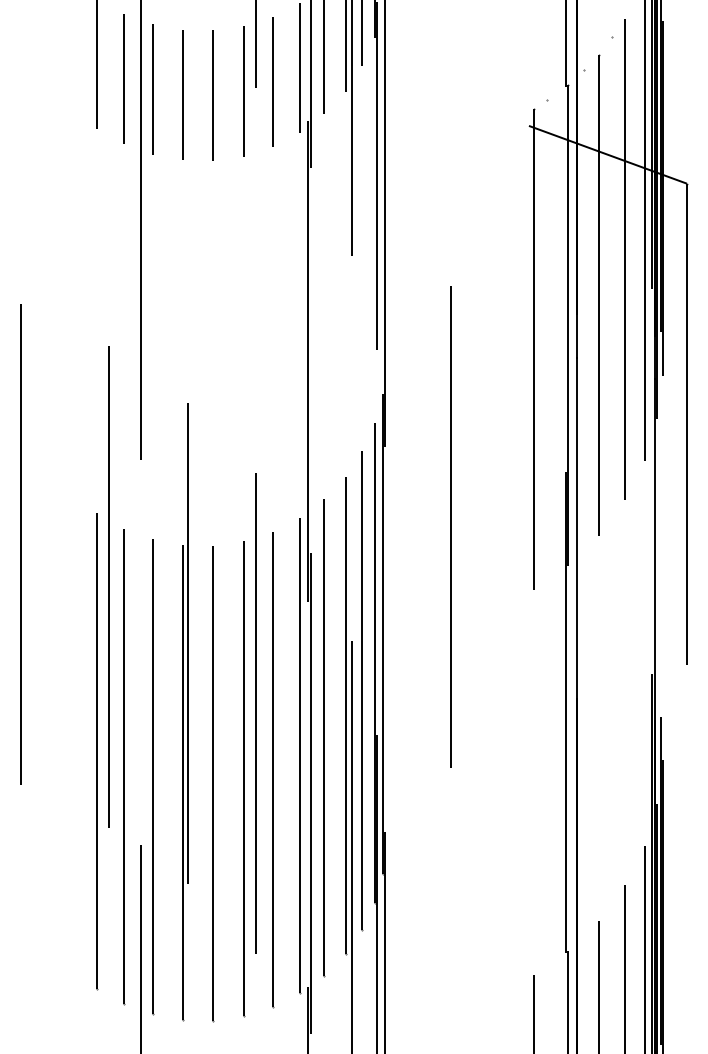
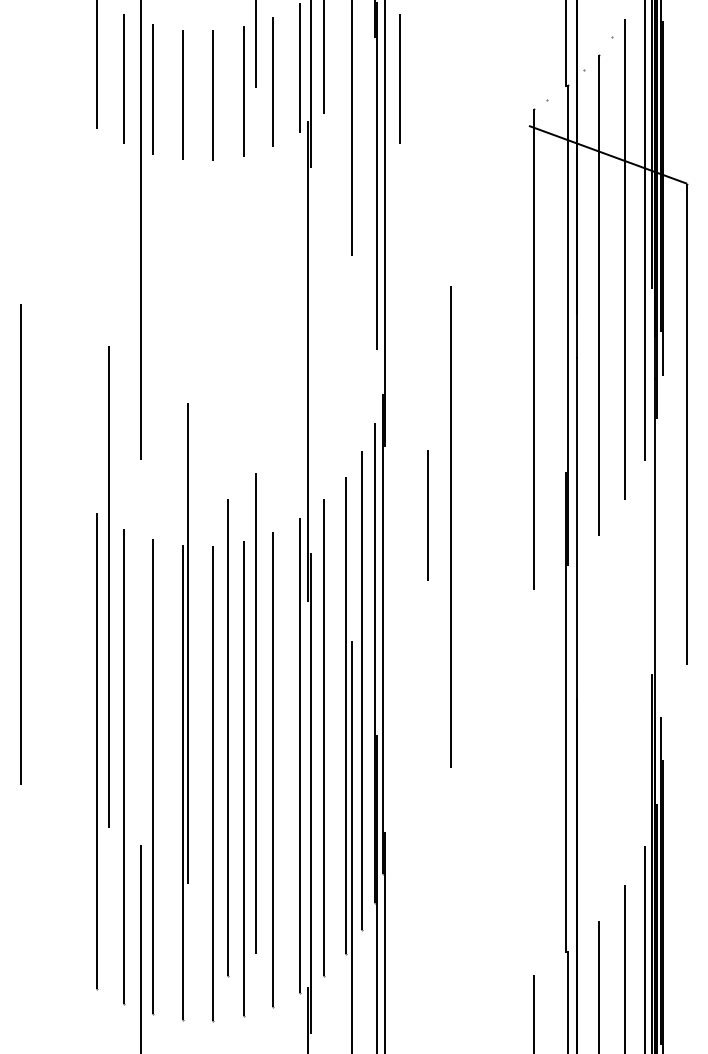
line at (362, 34): present -> none
line at (345, 46): present -> none
line at (399, 78): none -> present
line at (427, 515): none -> present
line at (228, 738): none -> present
